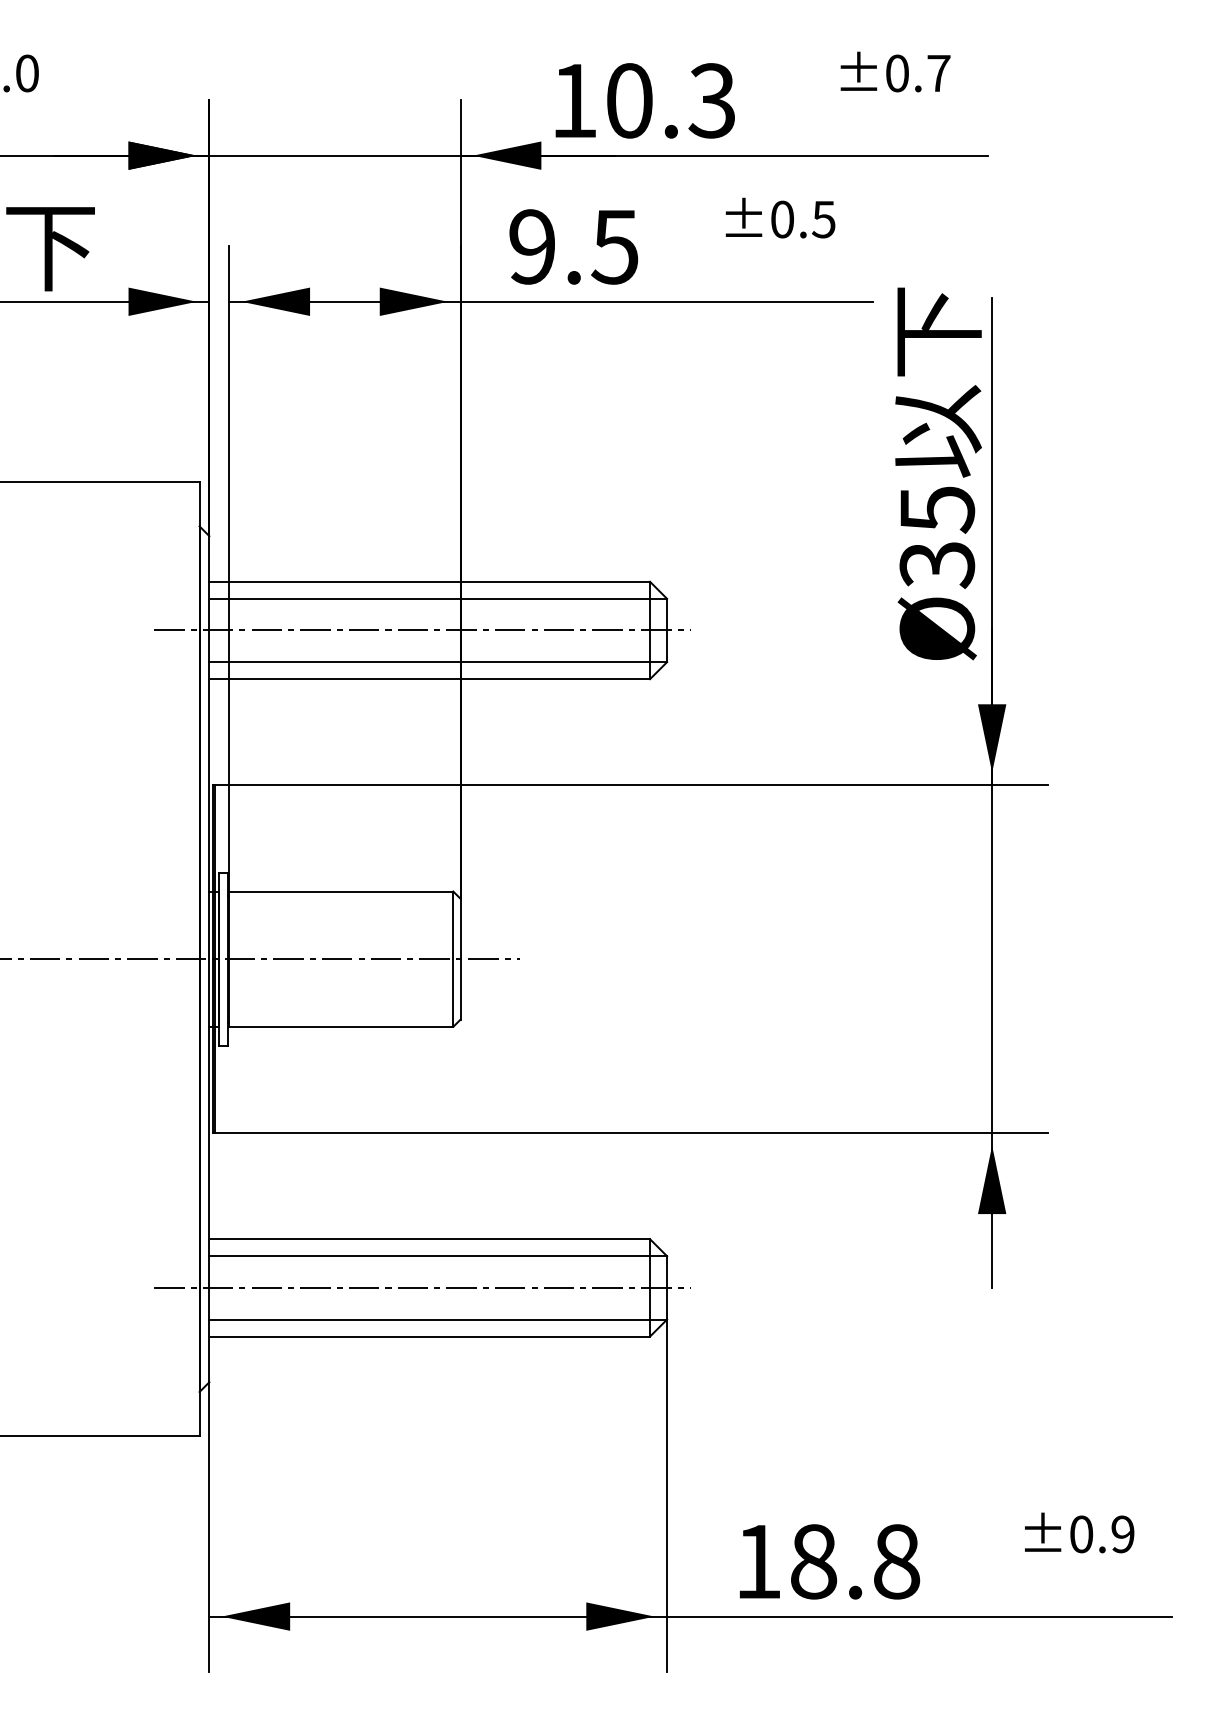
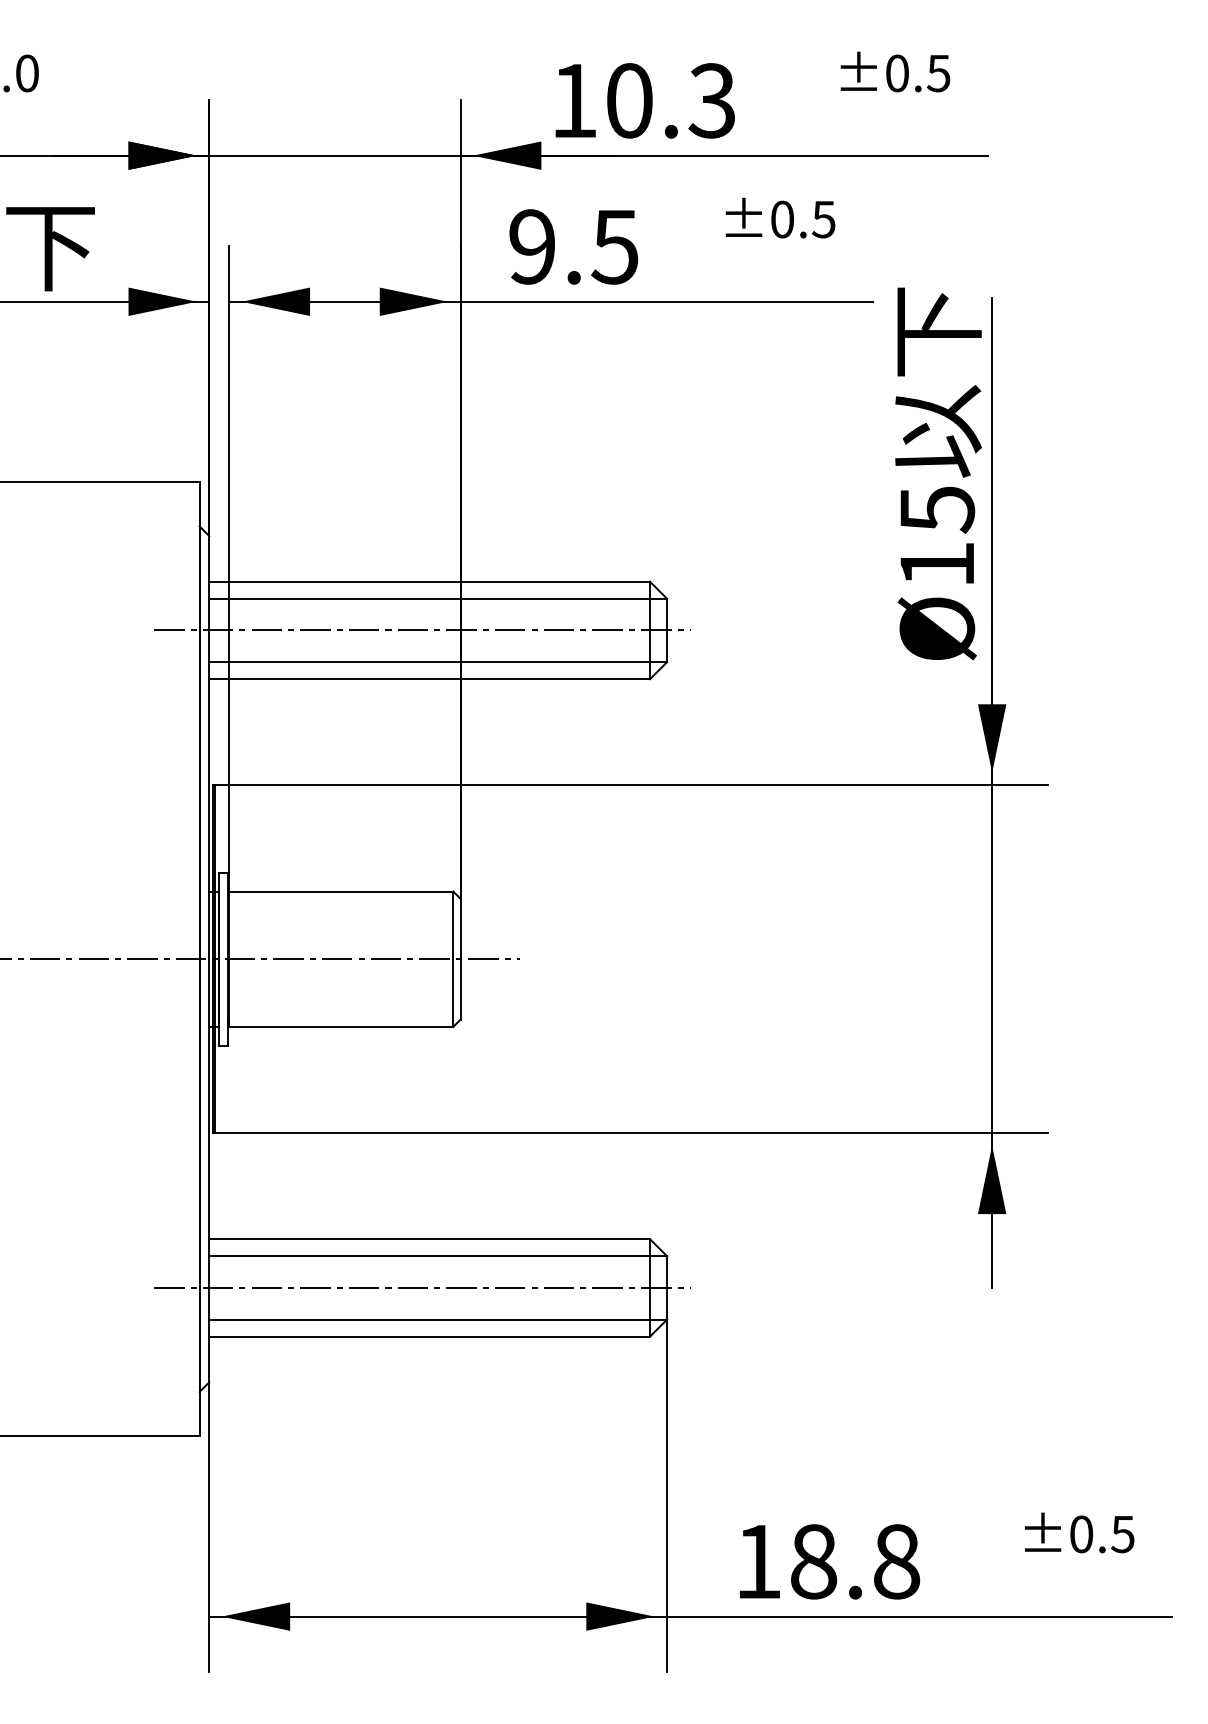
text at (938, 73): ±0.7 -> ±0.5
text at (937, 565): Ø35 -> Ø15
text at (1122, 1534): ±0.9 -> ±0.5
